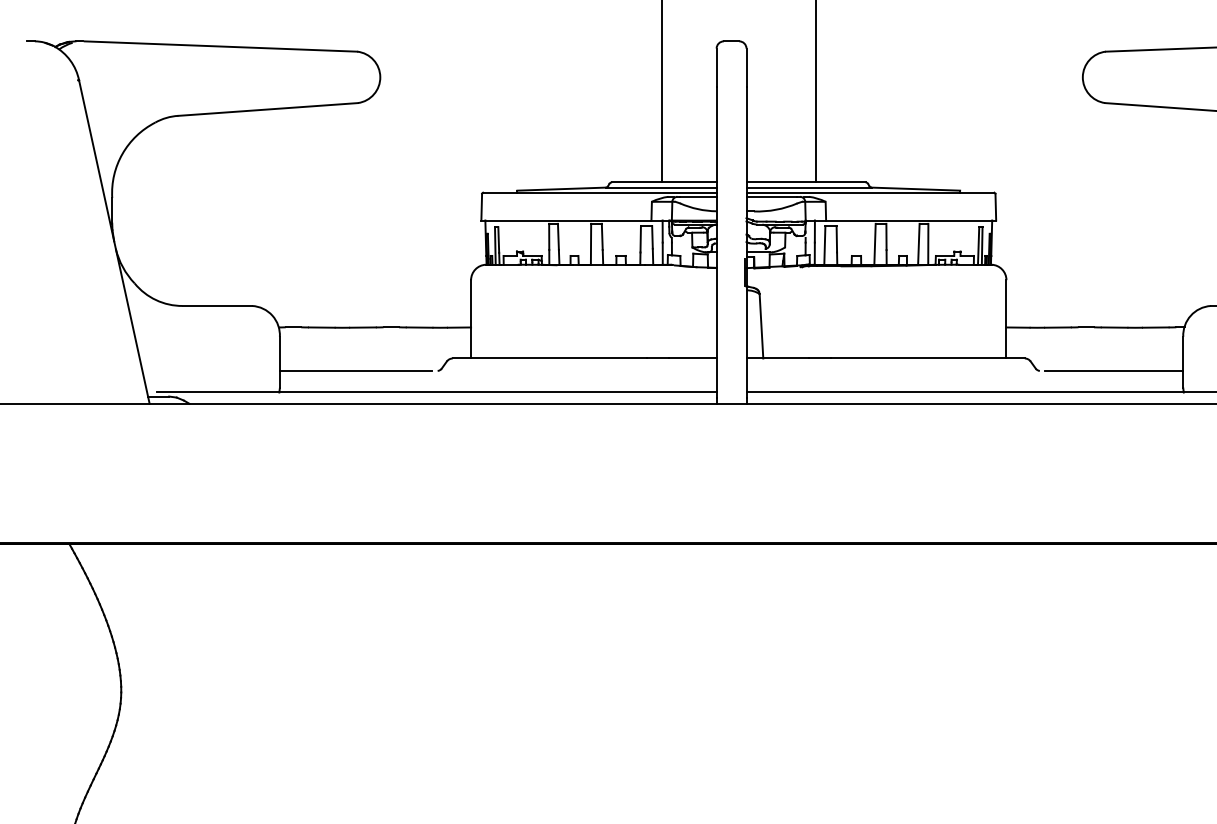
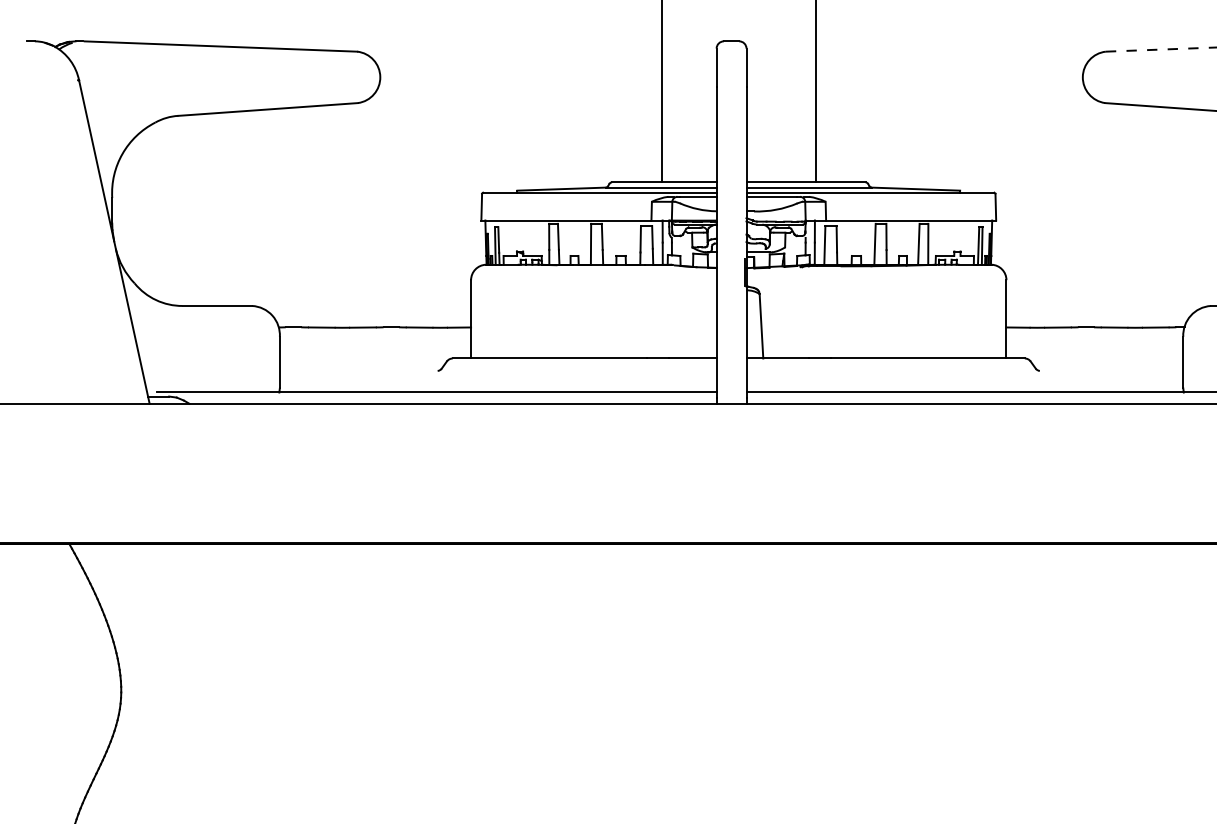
line at (1161, 49): solid -> dashed
line at (355, 371): present -> none
line at (1114, 371): present -> none
